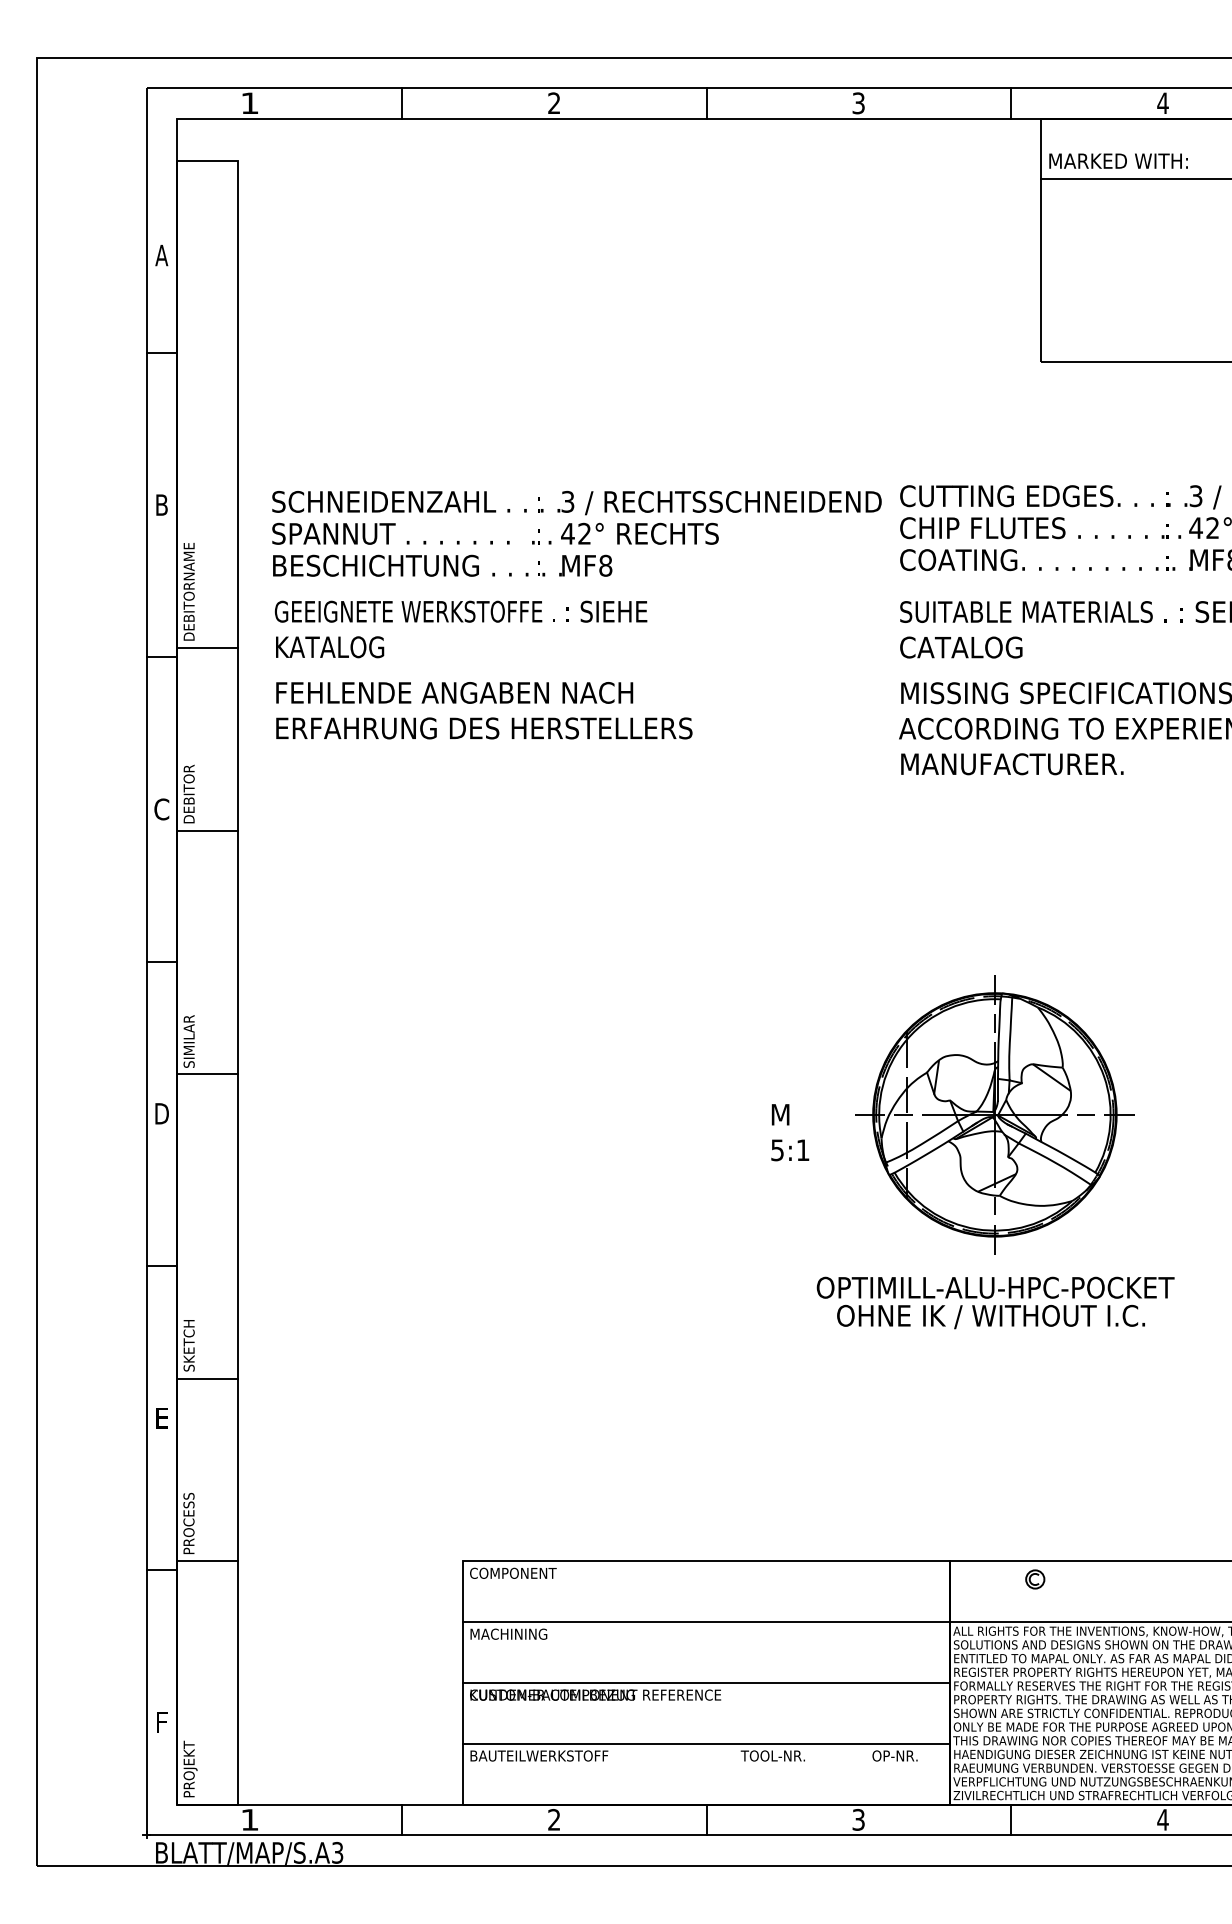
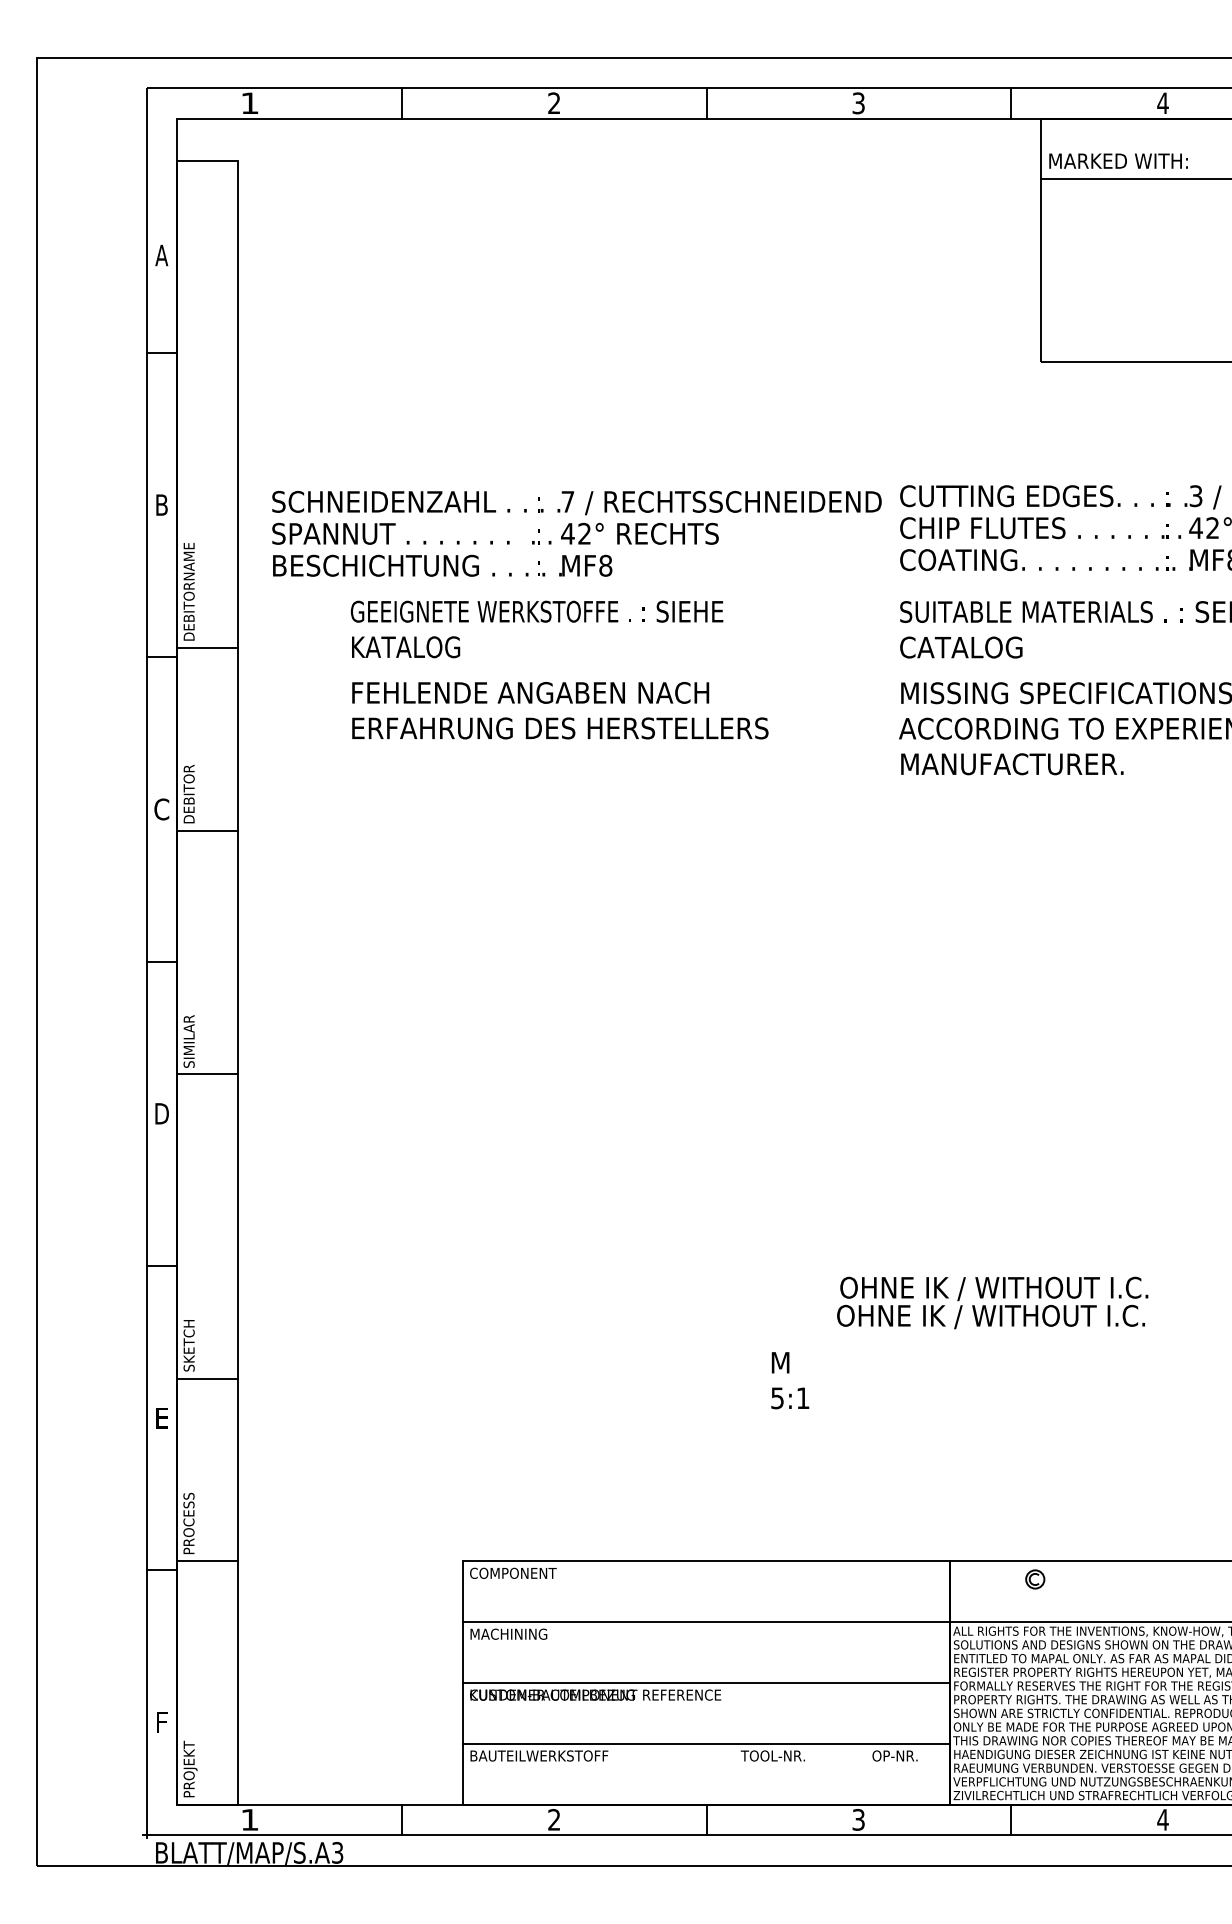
text at (567, 501): 3 -> 7
text at (483, 669) position: (483, 669) -> (559, 669)
part at (994, 1114): present -> none
text at (790, 1132) position: (790, 1132) -> (790, 1380)
text at (995, 1288): OPTIMILL-ALU-HPC-POCKET -> OHNE IK / WITHOUT I.C.
